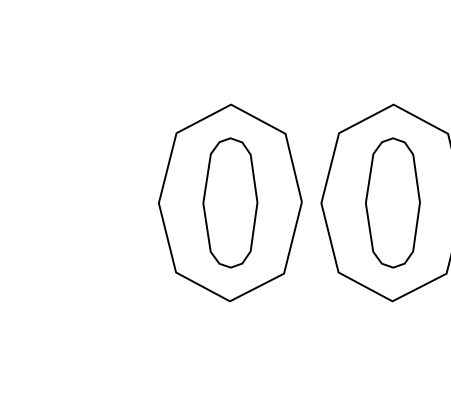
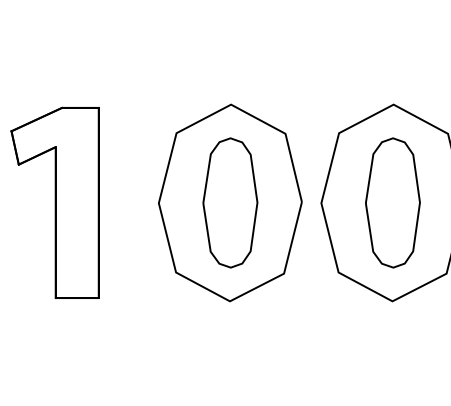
part at (54, 202): none -> present
